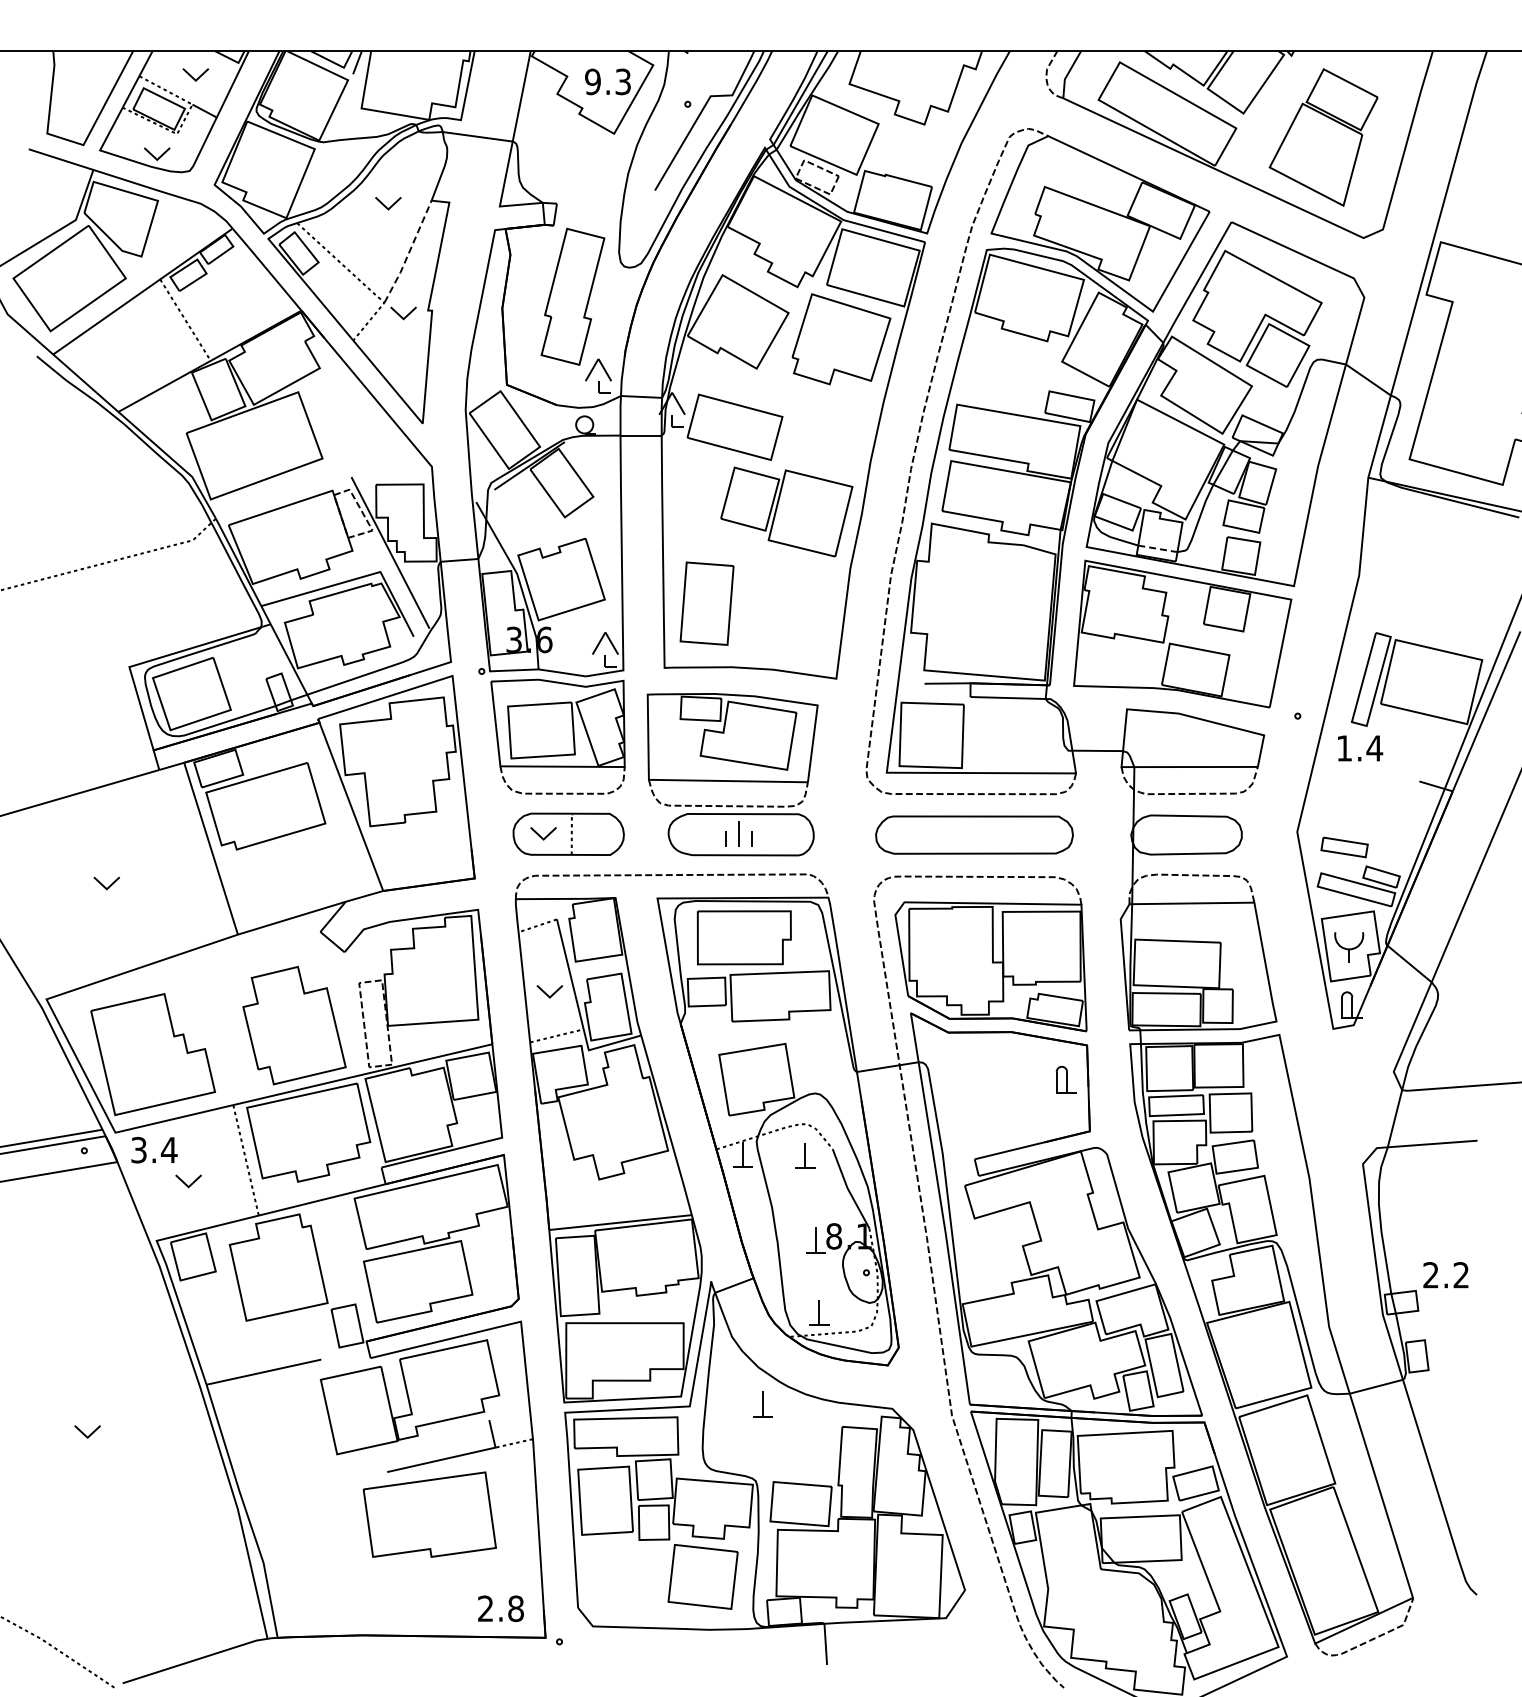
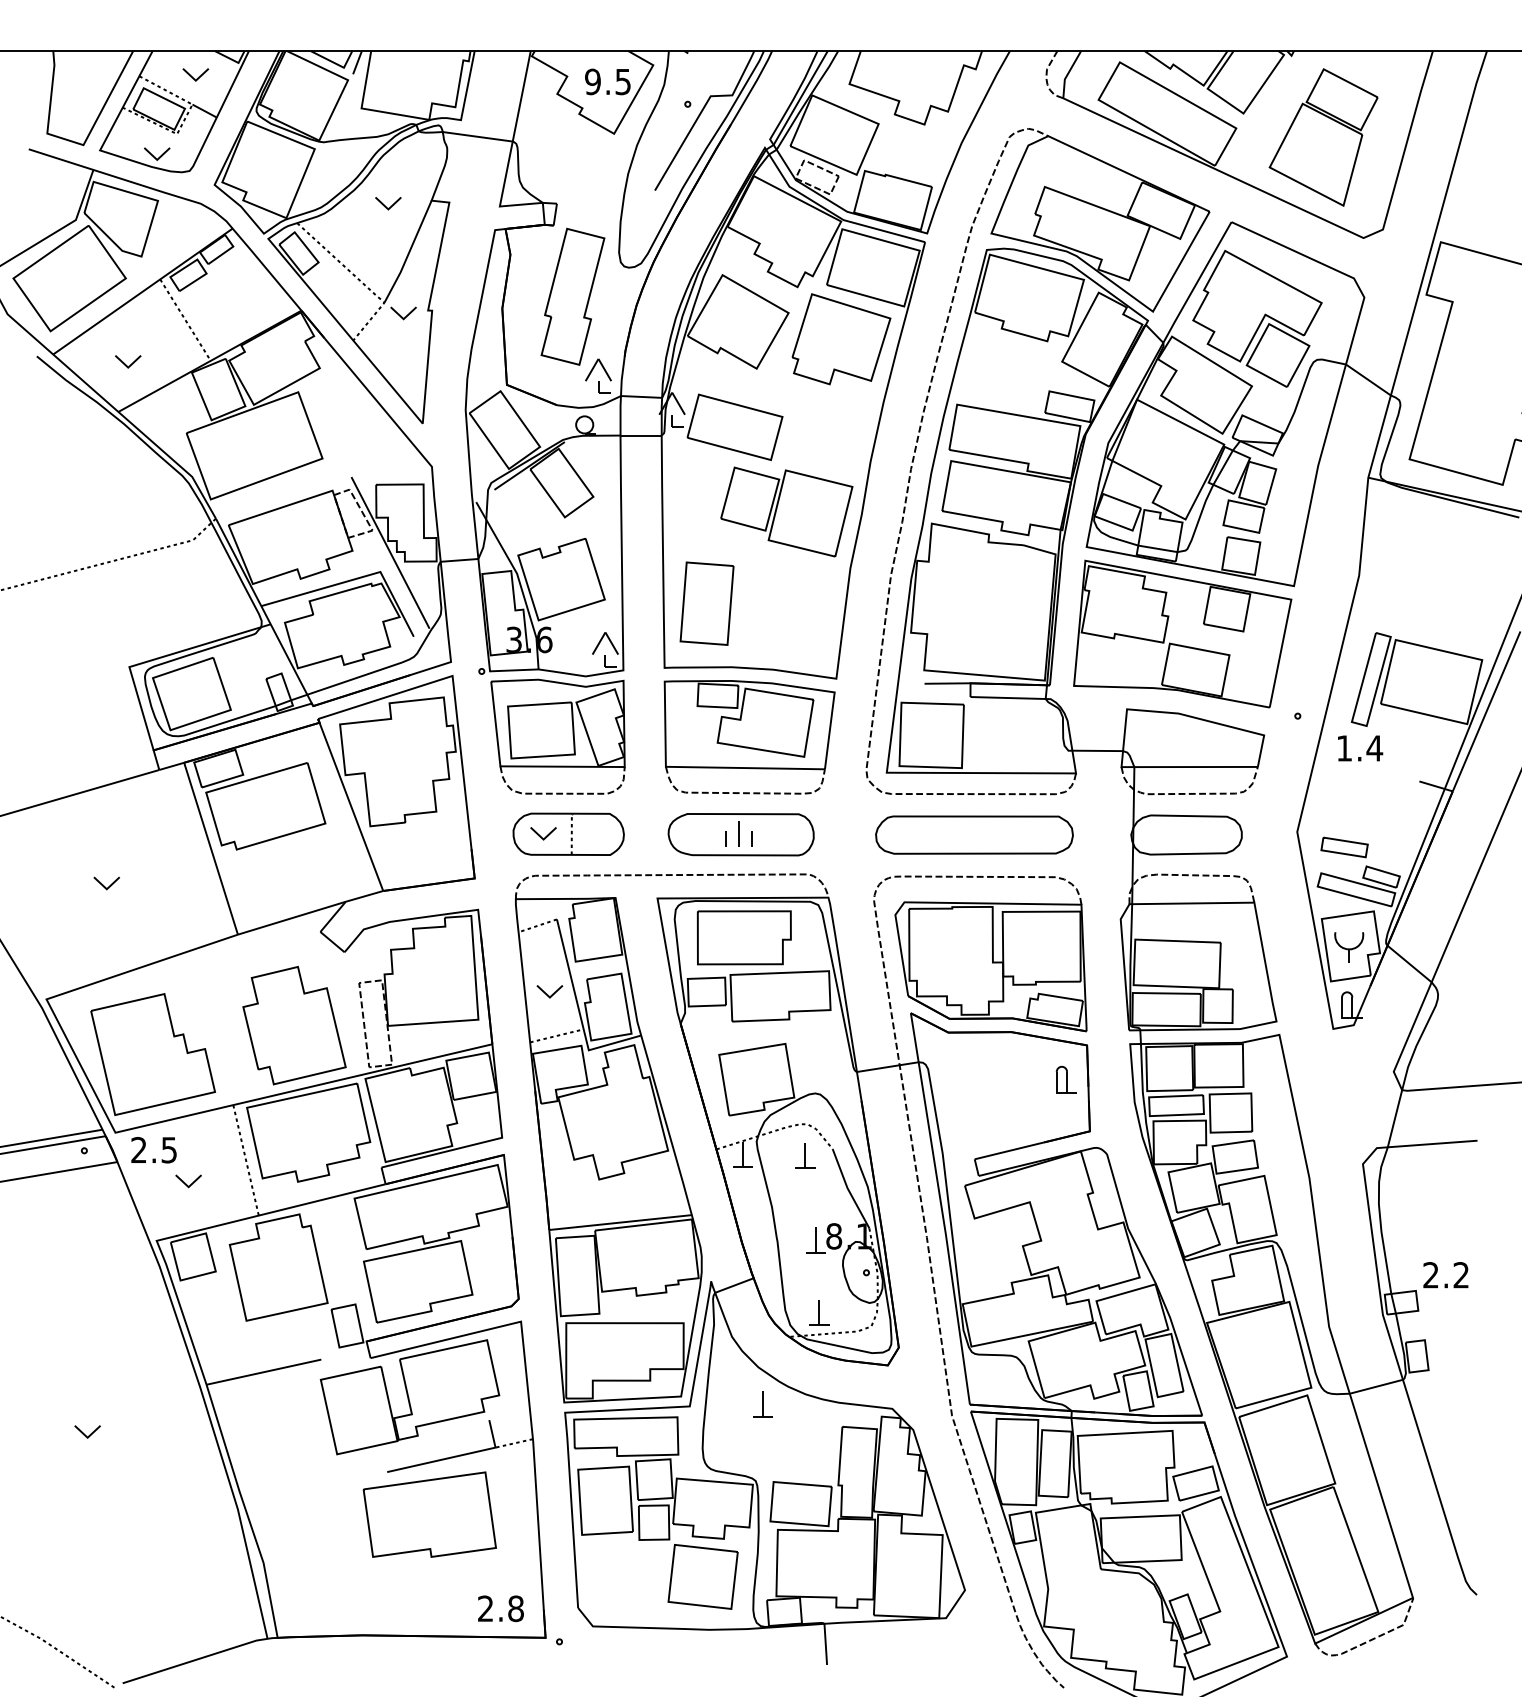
text at (623, 81): 9.3 -> 9.5
line at (409, 252): dashed -> solid
part at (128, 361): none -> present
line at (1157, 548): dashed -> solid
part at (732, 750) position: (732, 750) -> (749, 737)
text at (154, 1150): 3.4 -> 2.5
